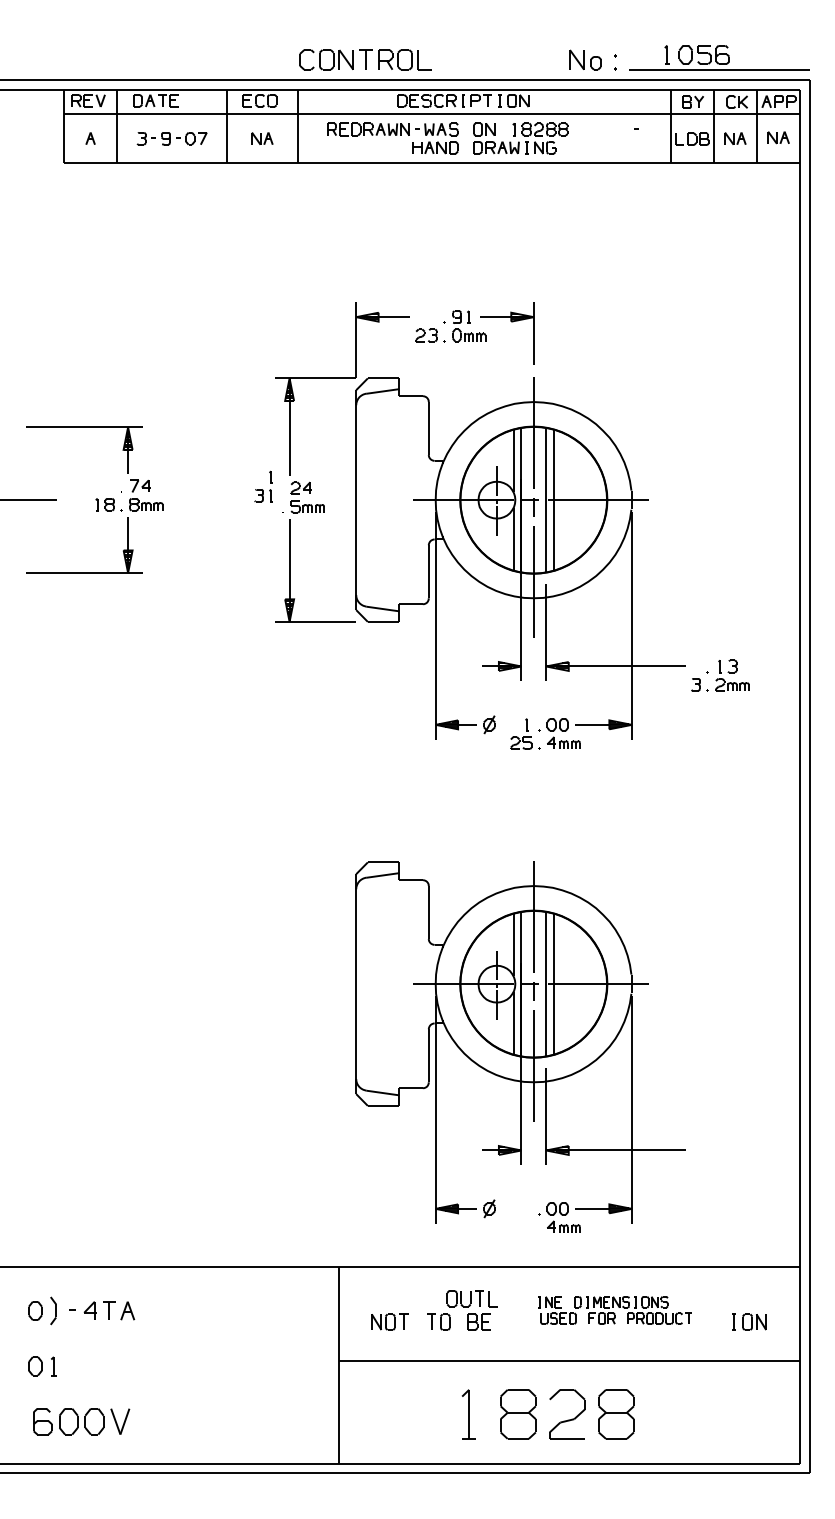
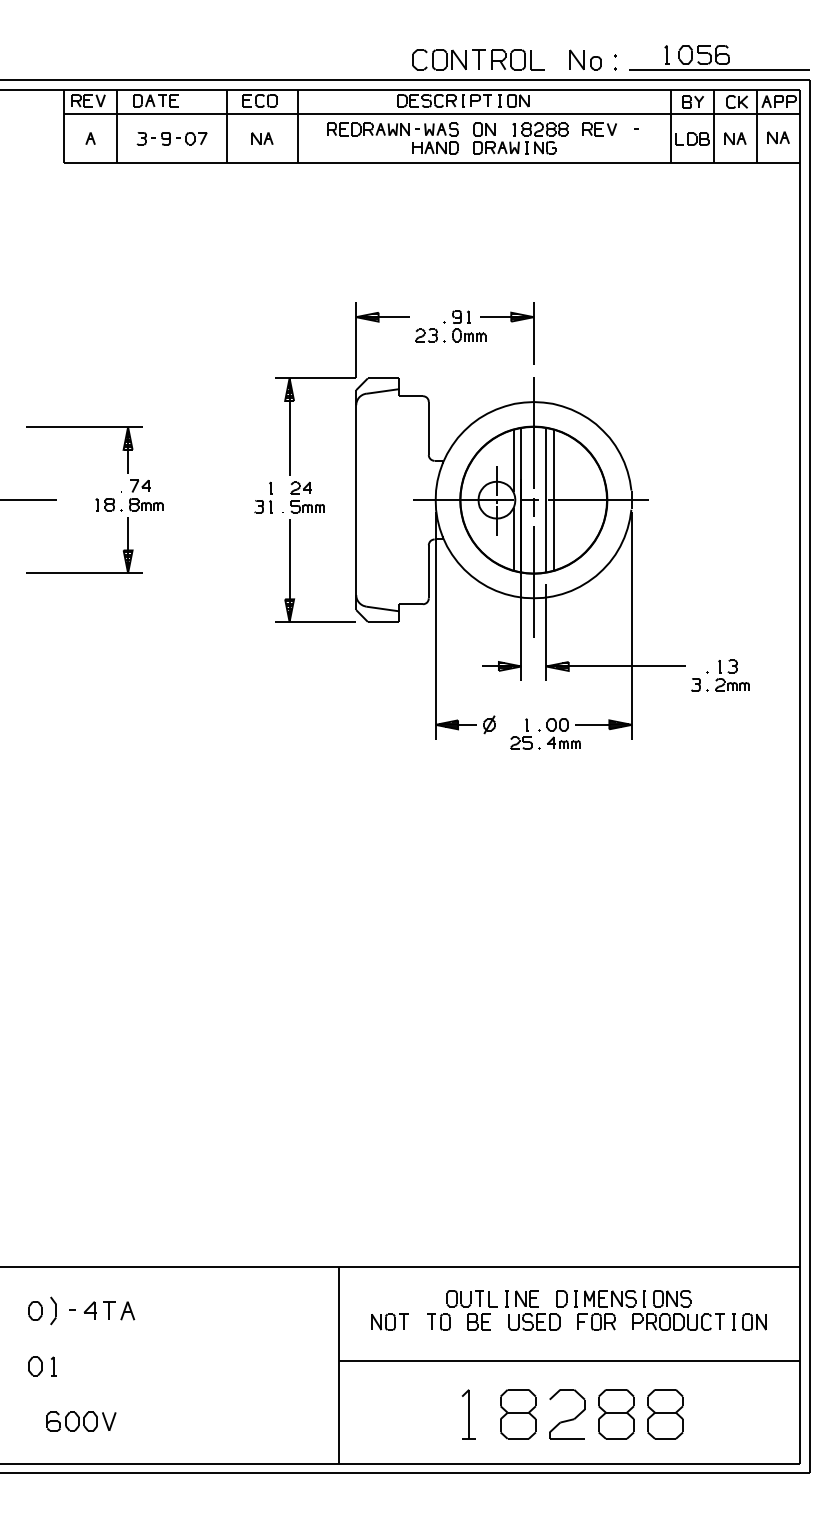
part at (365, 59) position: (365, 59) -> (478, 59)
part at (599, 129): none -> present
part at (263, 486) position: (263, 486) -> (263, 497)
part at (520, 1046): present -> none
part at (614, 1310) size: 154x29 px -> 220x41 px
part at (665, 1414): none -> present
part at (81, 1421) size: 98x28 px -> 71x21 px
